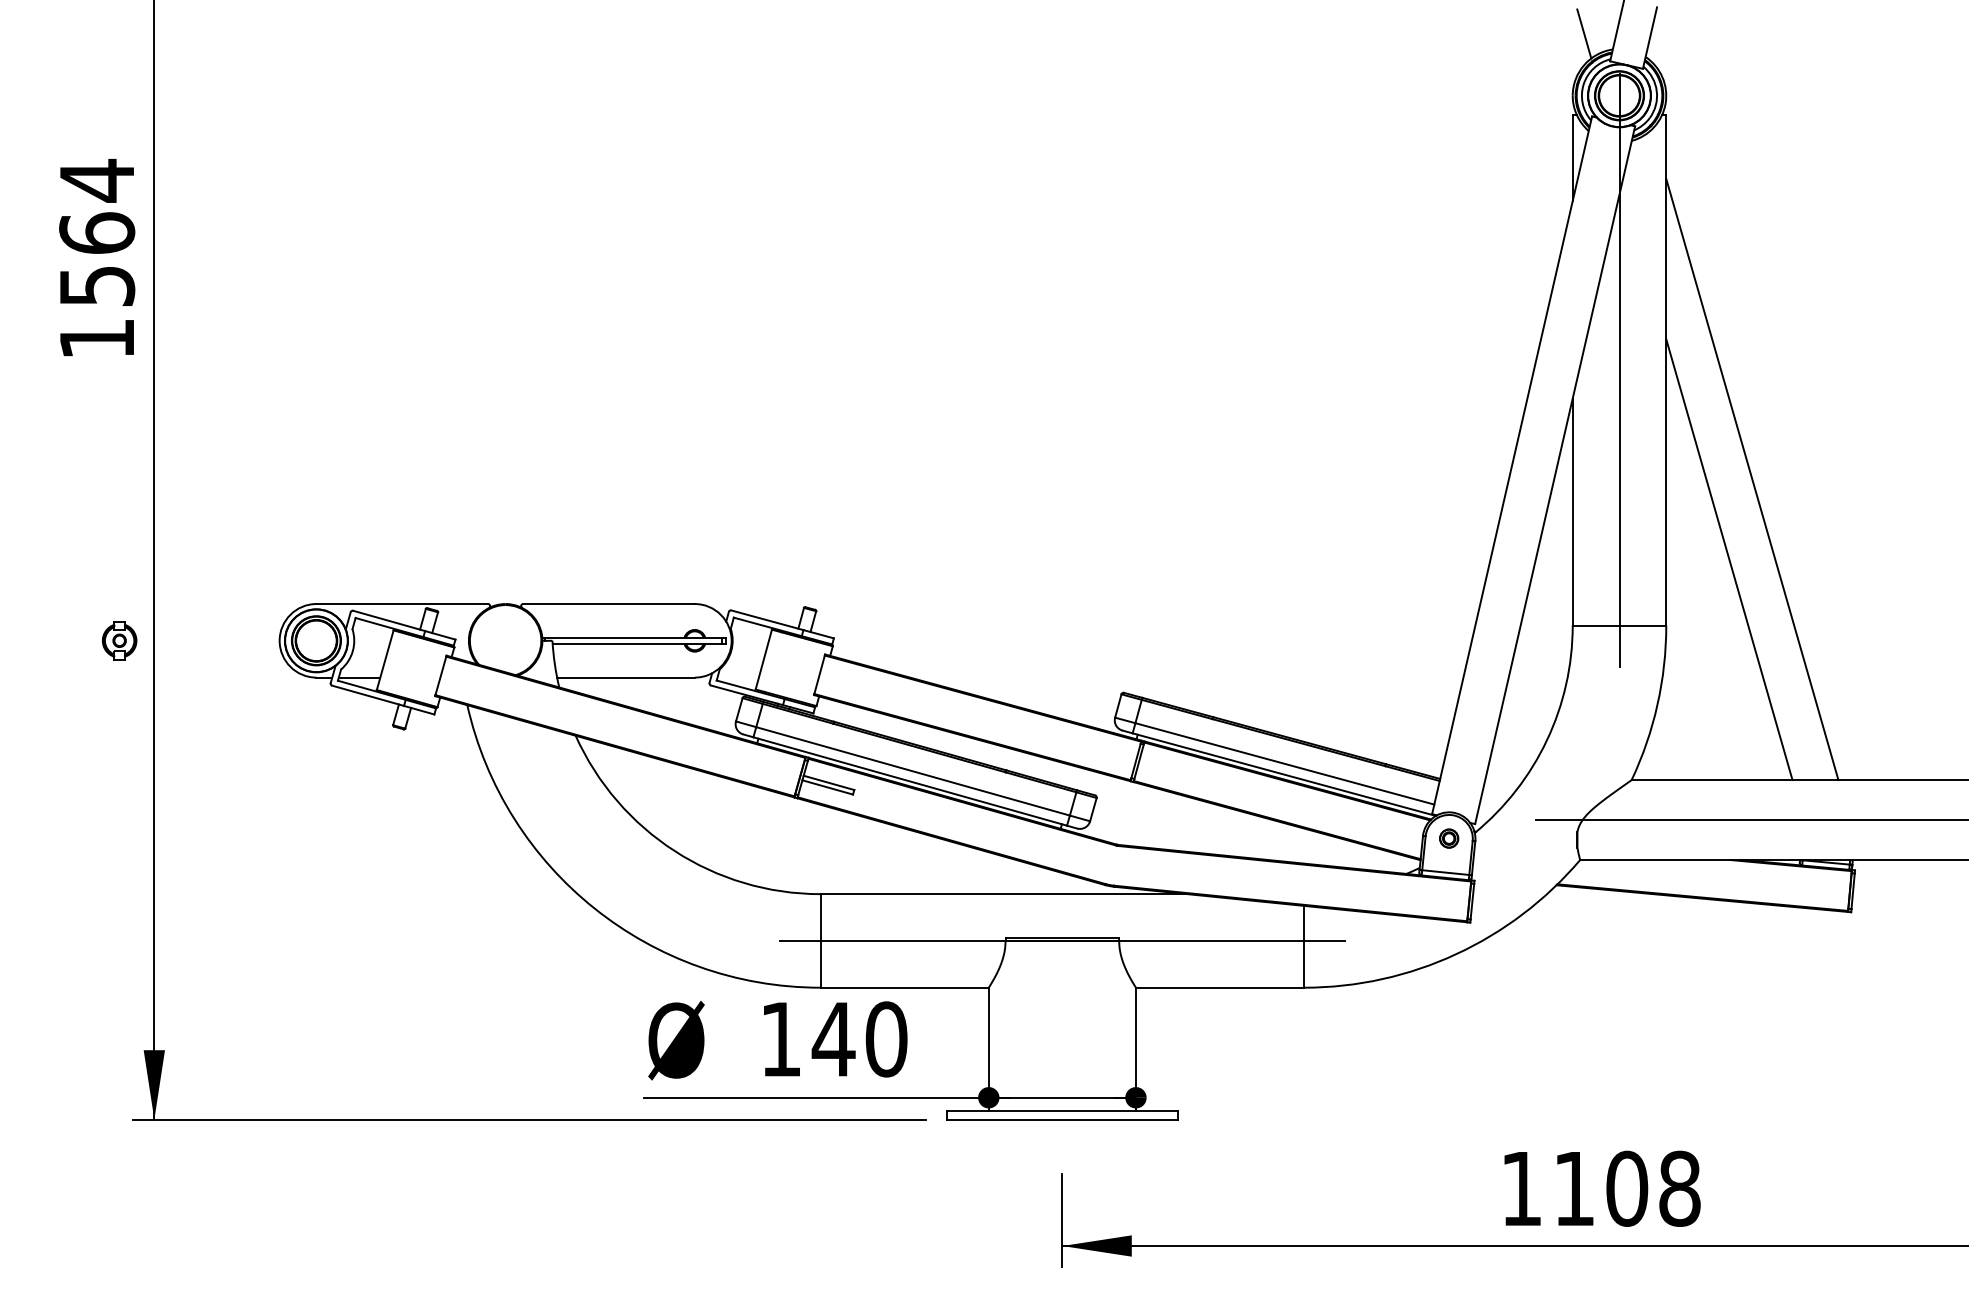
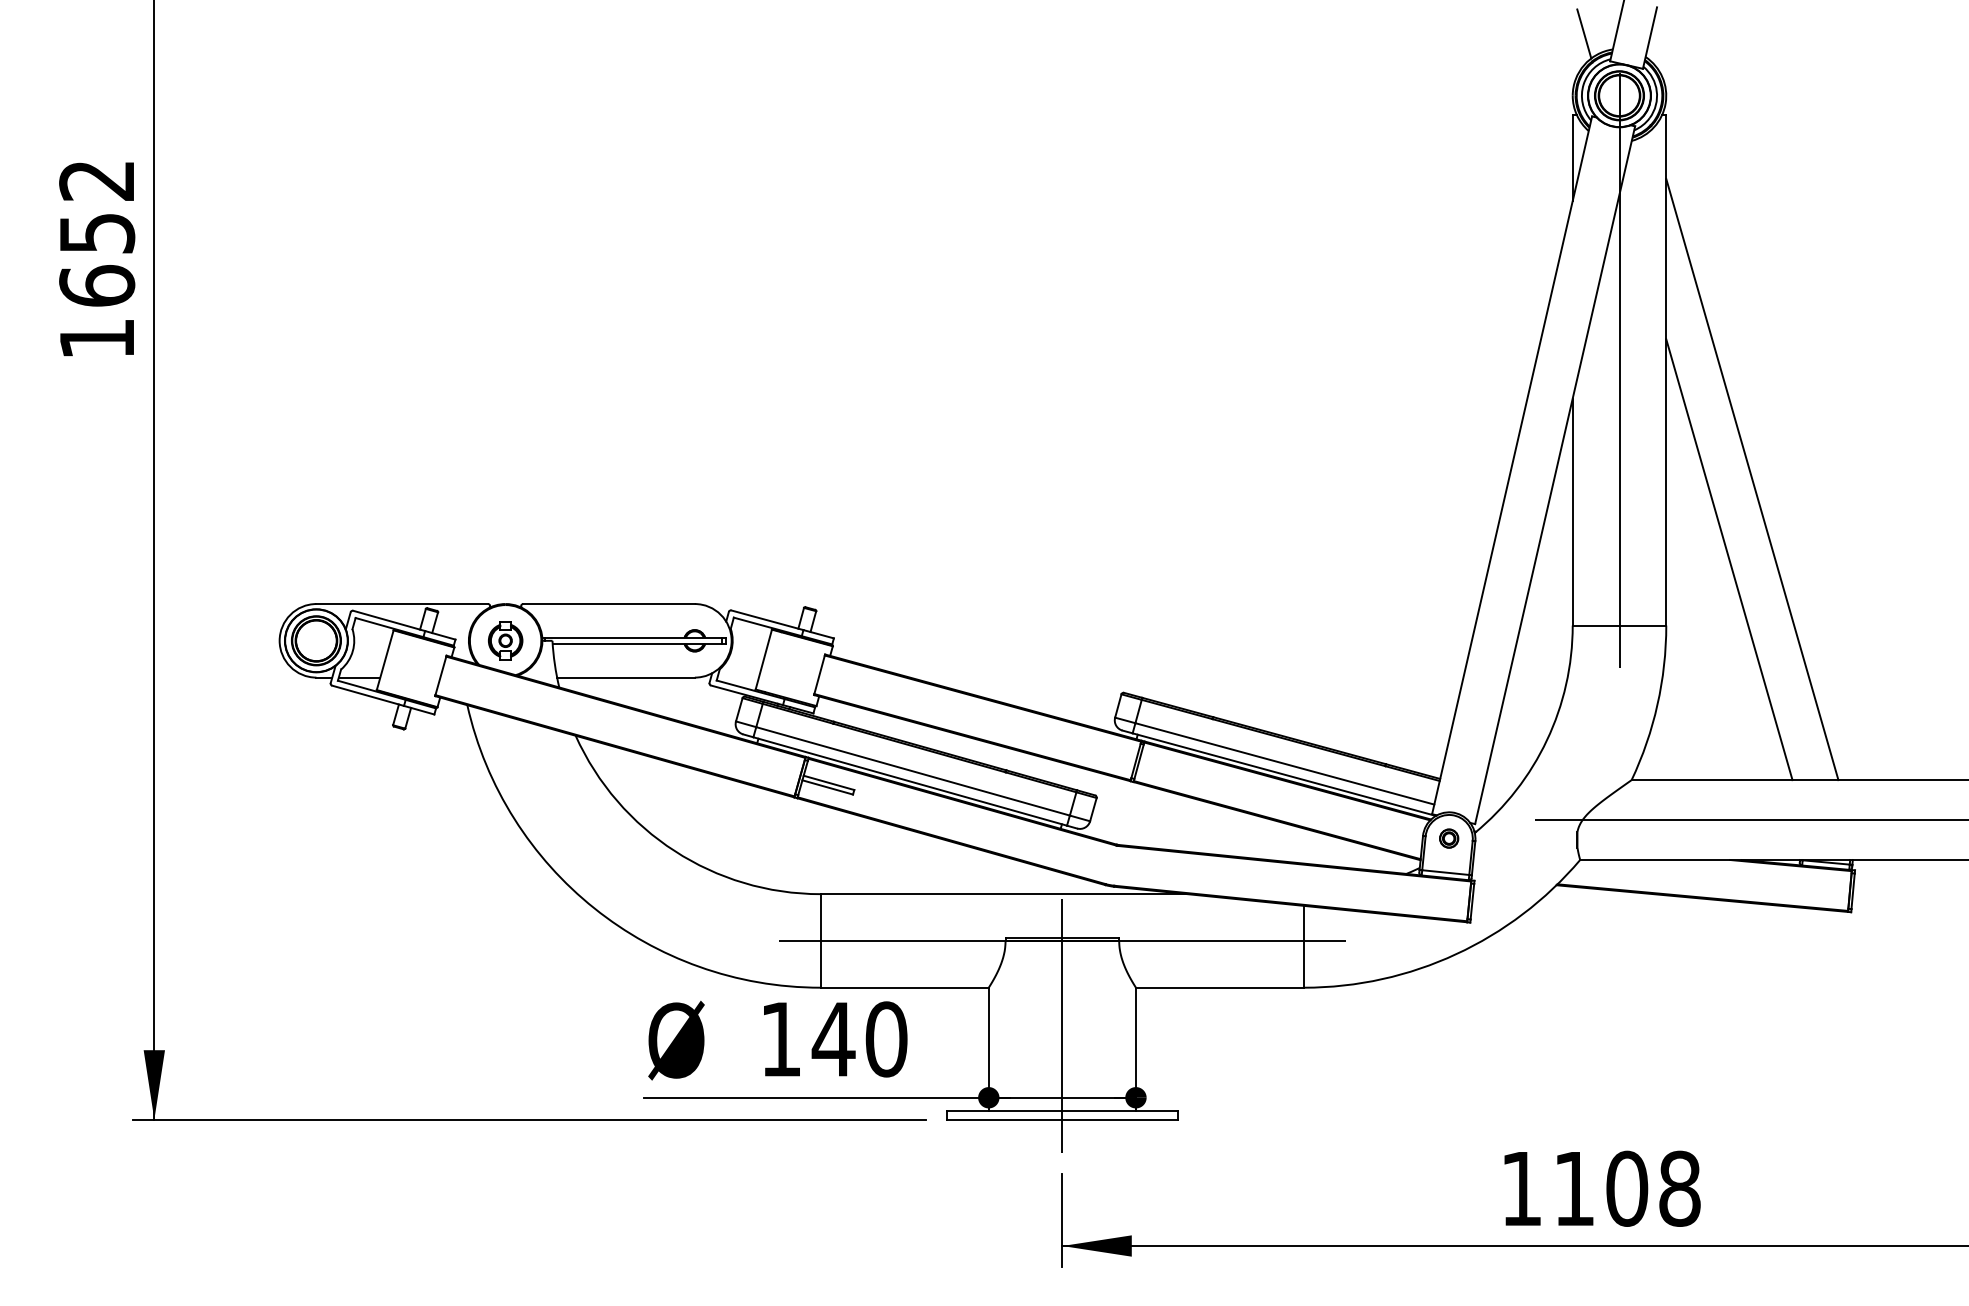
text at (97, 232): 1564 -> 1652
part at (119, 640) position: (119, 640) -> (505, 640)
line at (1062, 1025): none -> present
